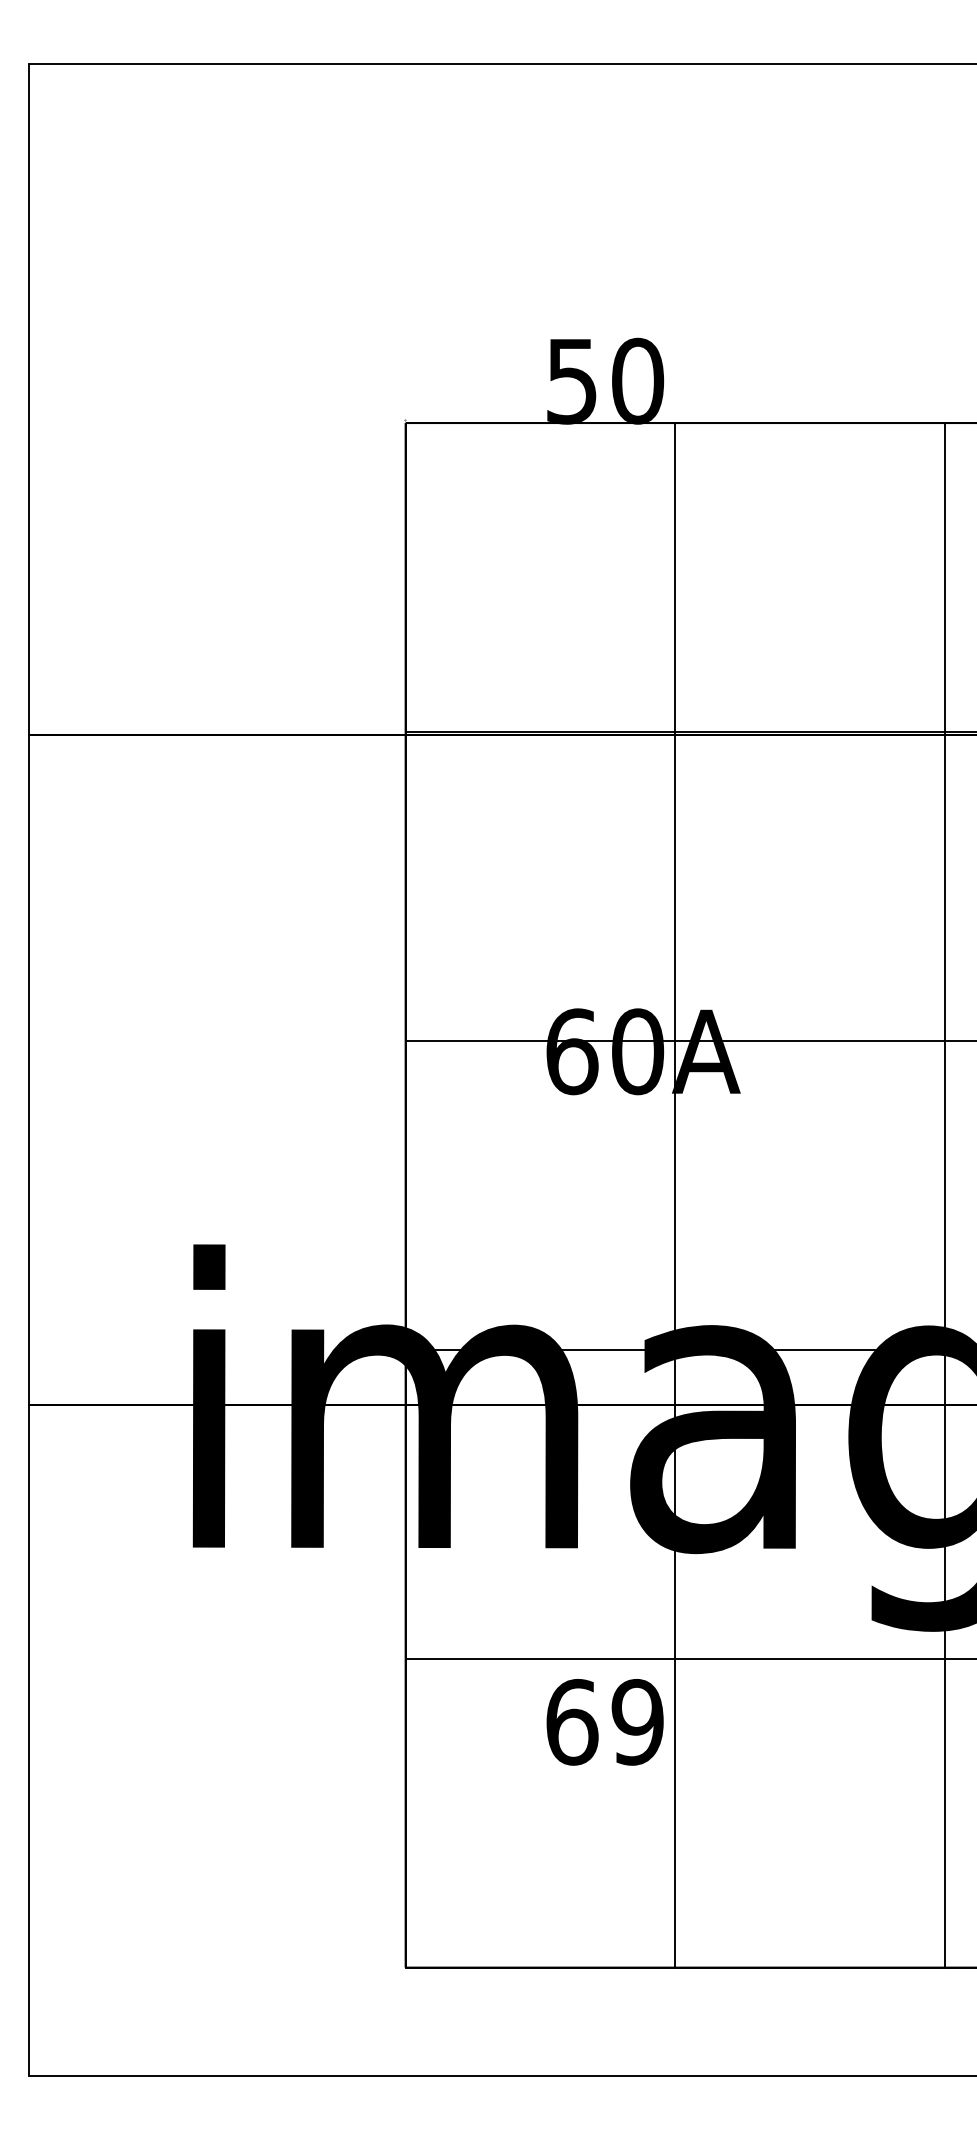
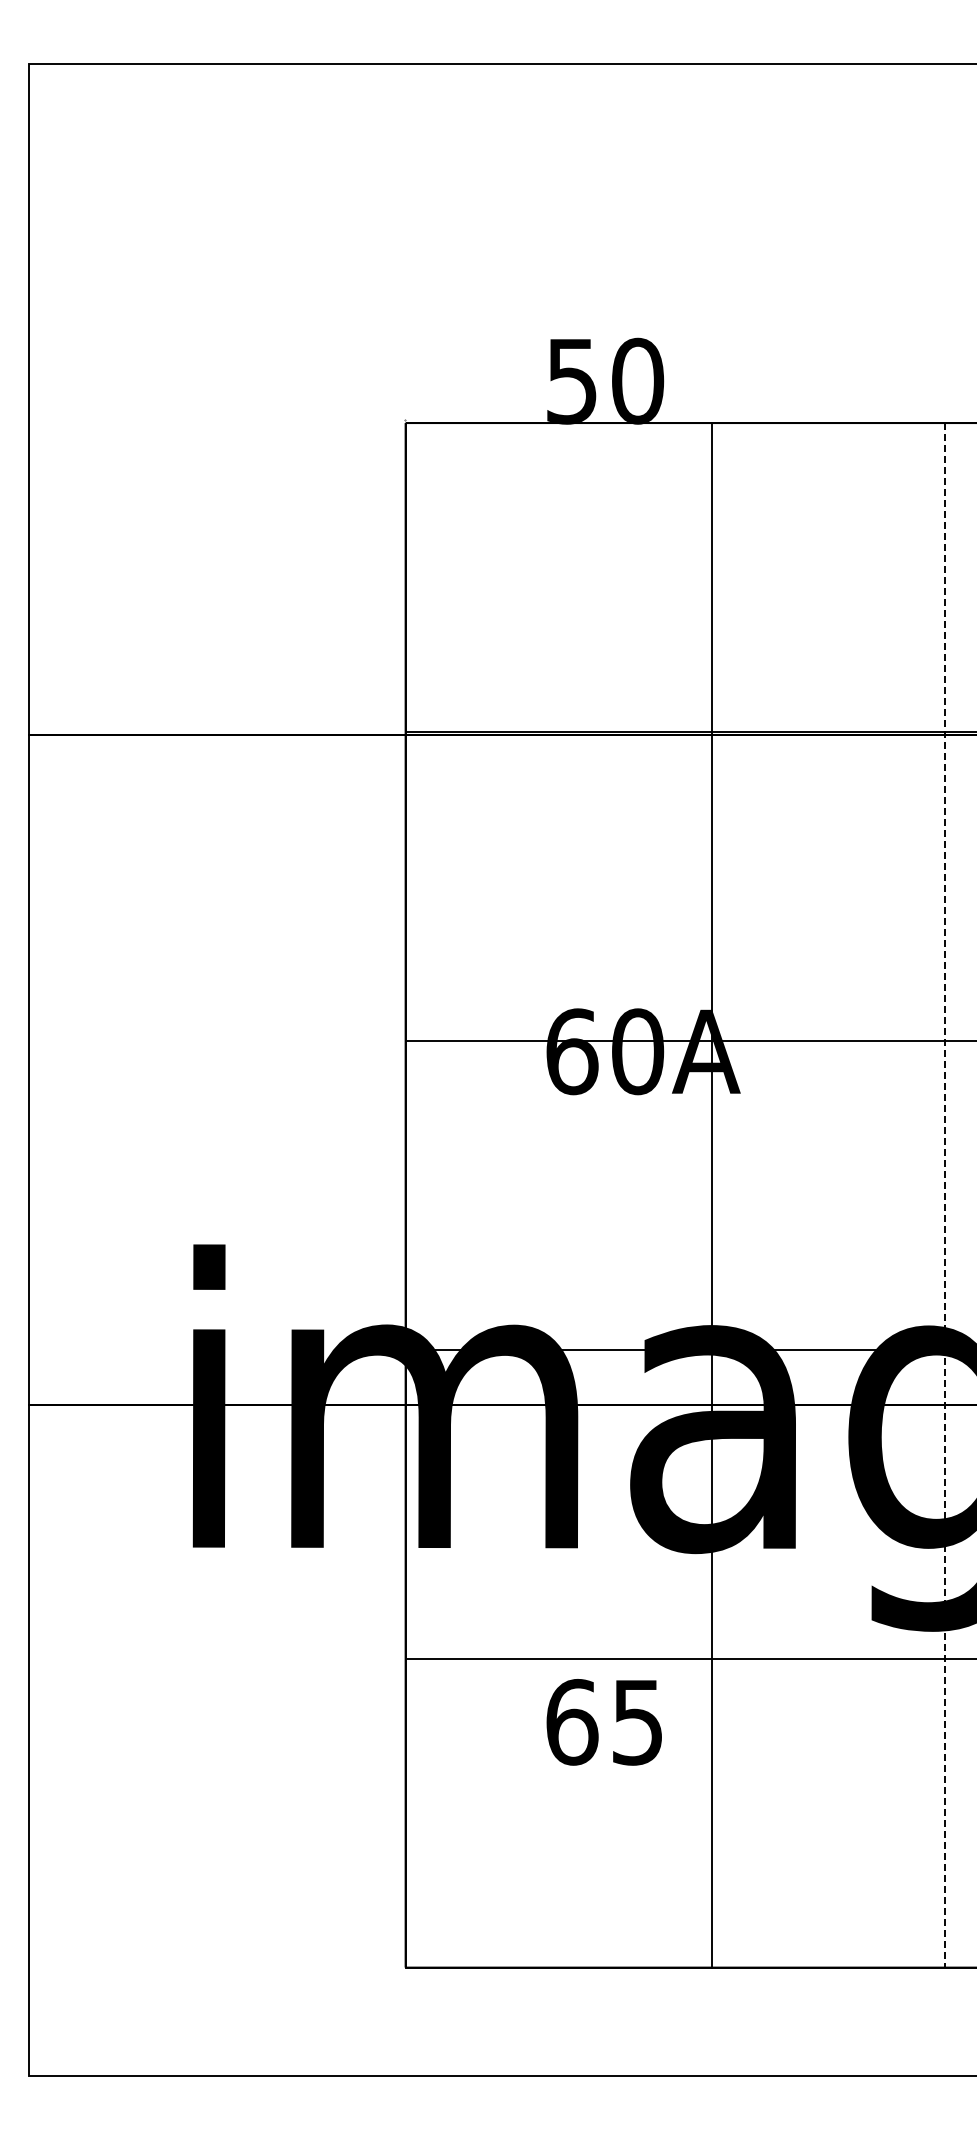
line at (675, 1195) position: (675, 1195) -> (712, 1195)
line at (944, 1195): solid -> dashed
text at (637, 1721): 69 -> 65
